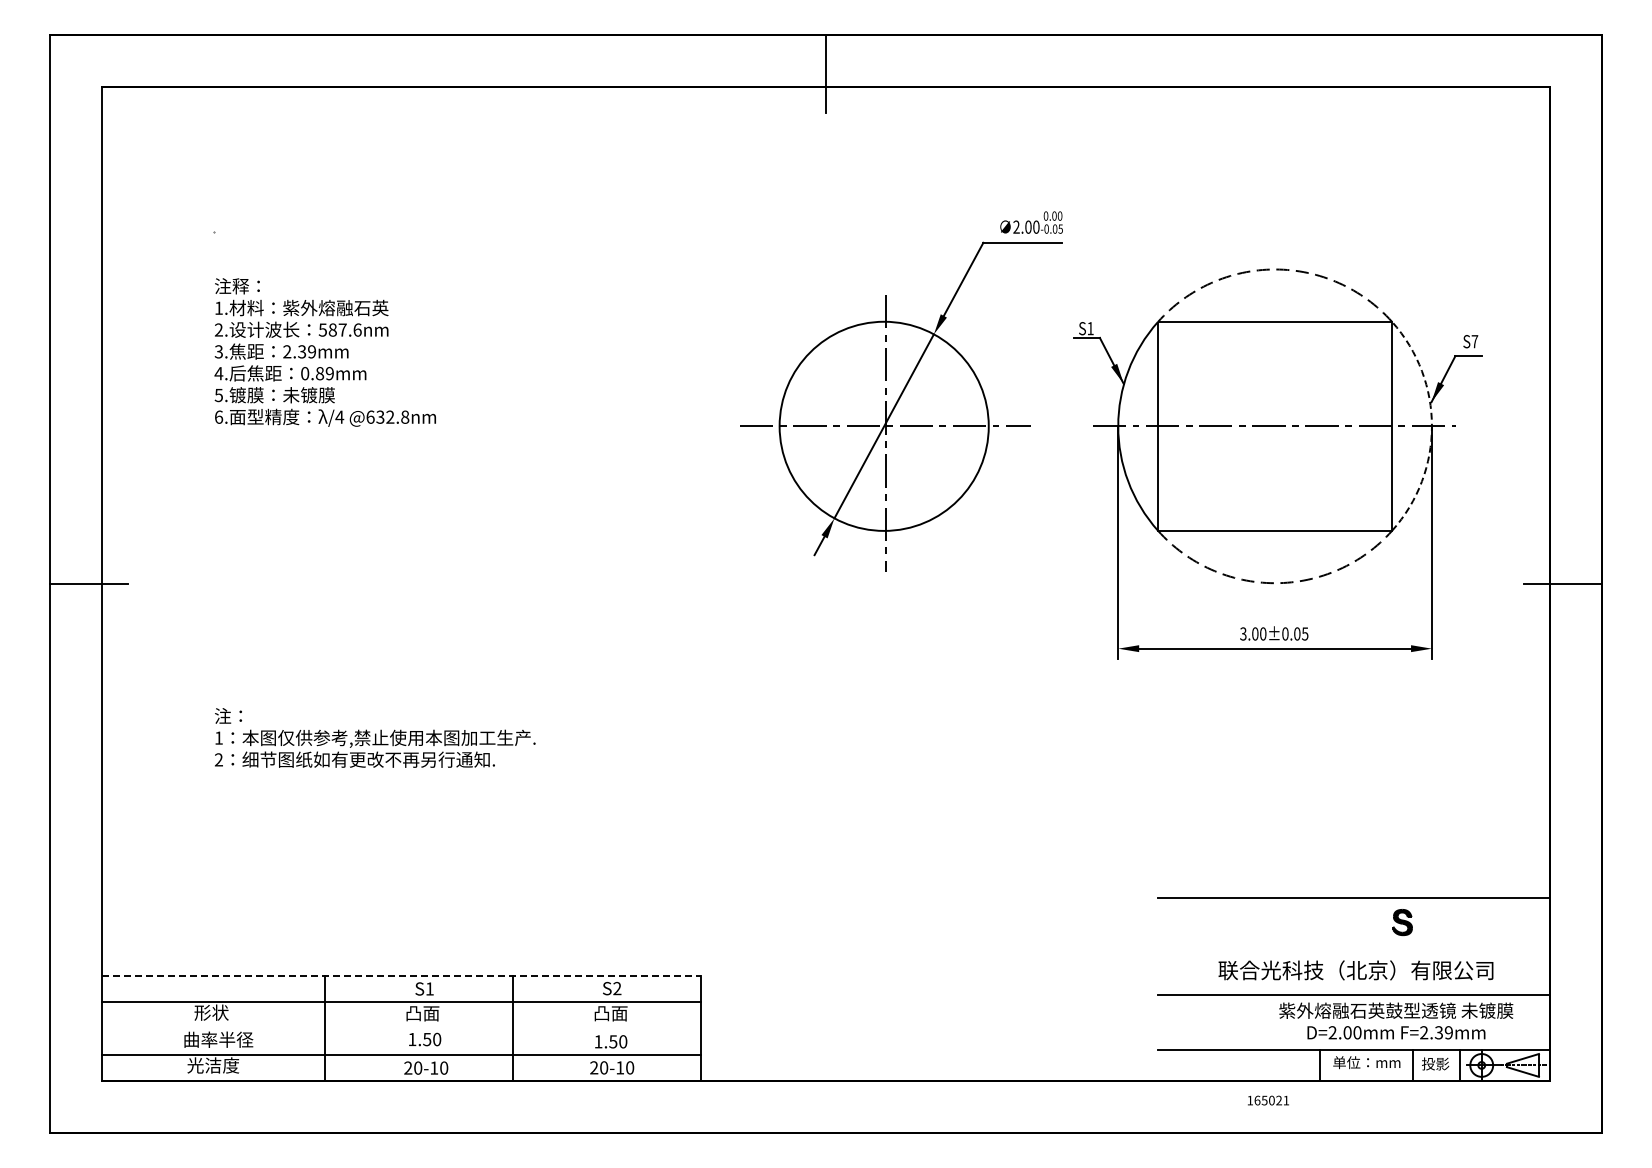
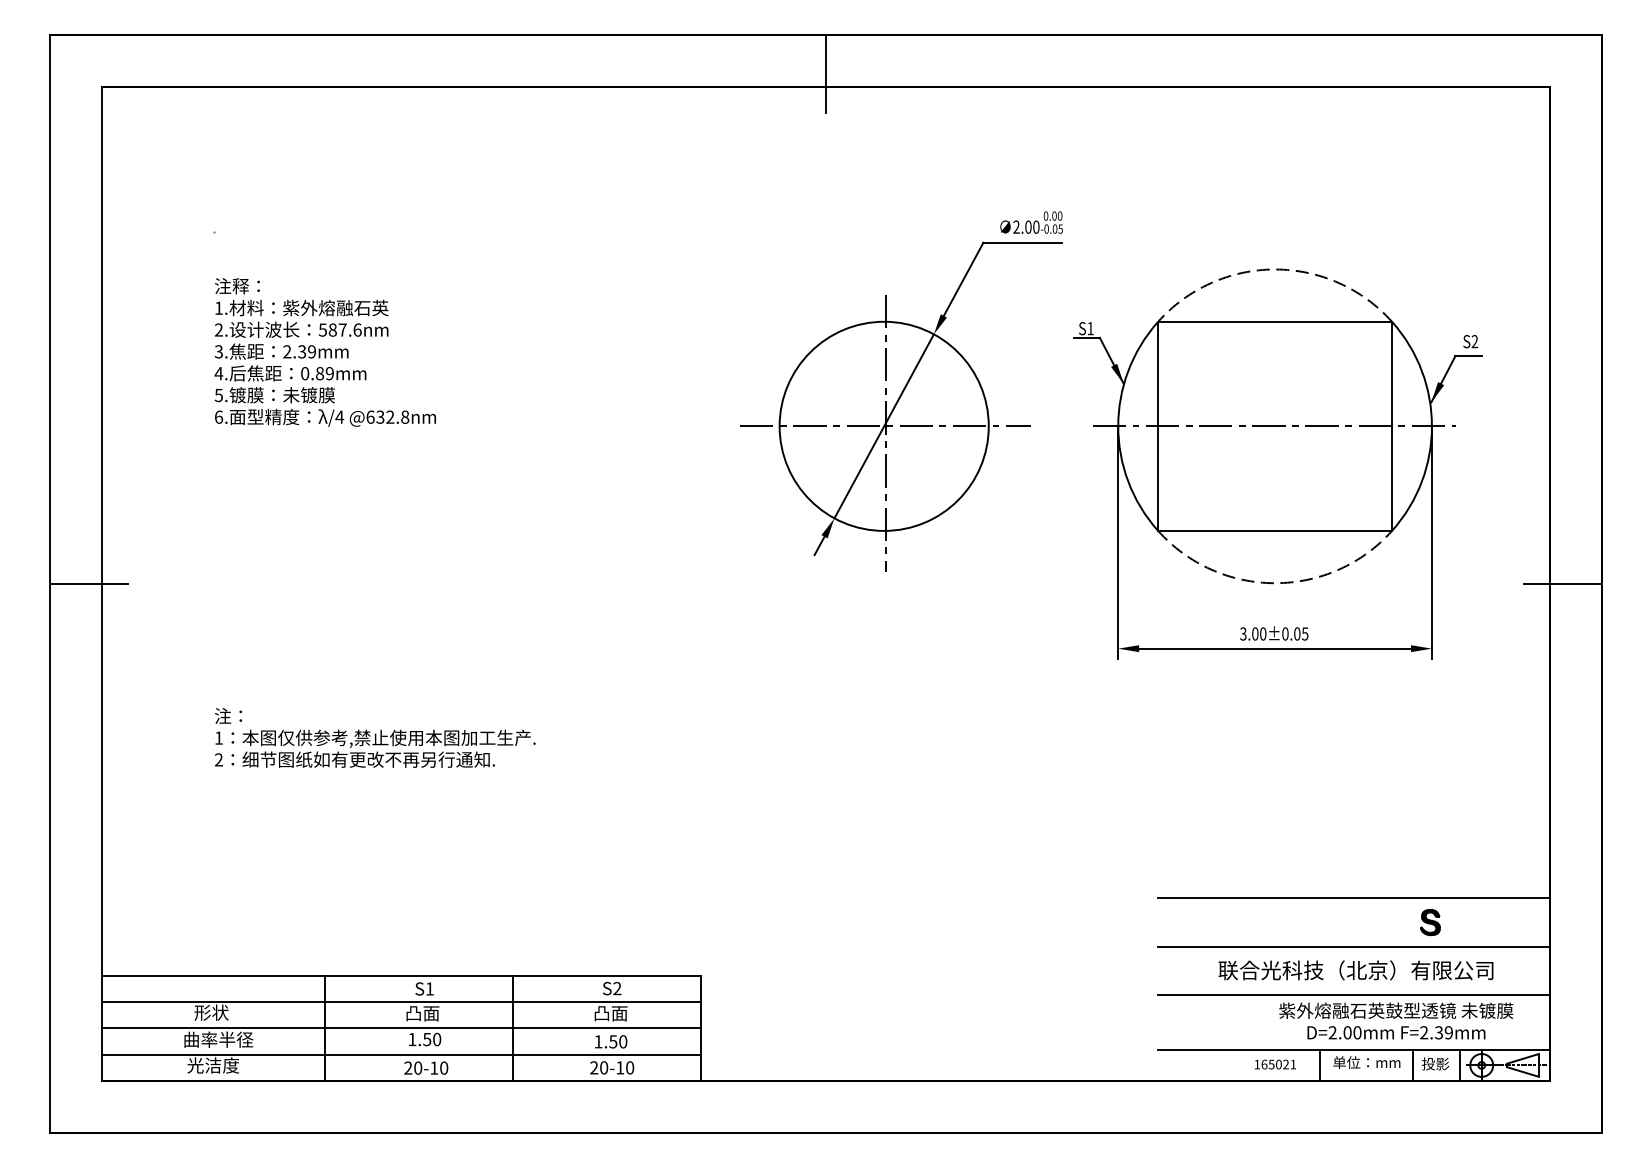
text at (1474, 341): S7 -> S2
arc at (1431, 426): dashed -> solid
part at (1402, 922) position: (1402, 922) -> (1430, 922)
line at (1354, 946): none -> present
line at (401, 976): dashed -> solid
line at (401, 1028): none -> present
text at (1268, 1100) position: (1268, 1100) -> (1275, 1064)
